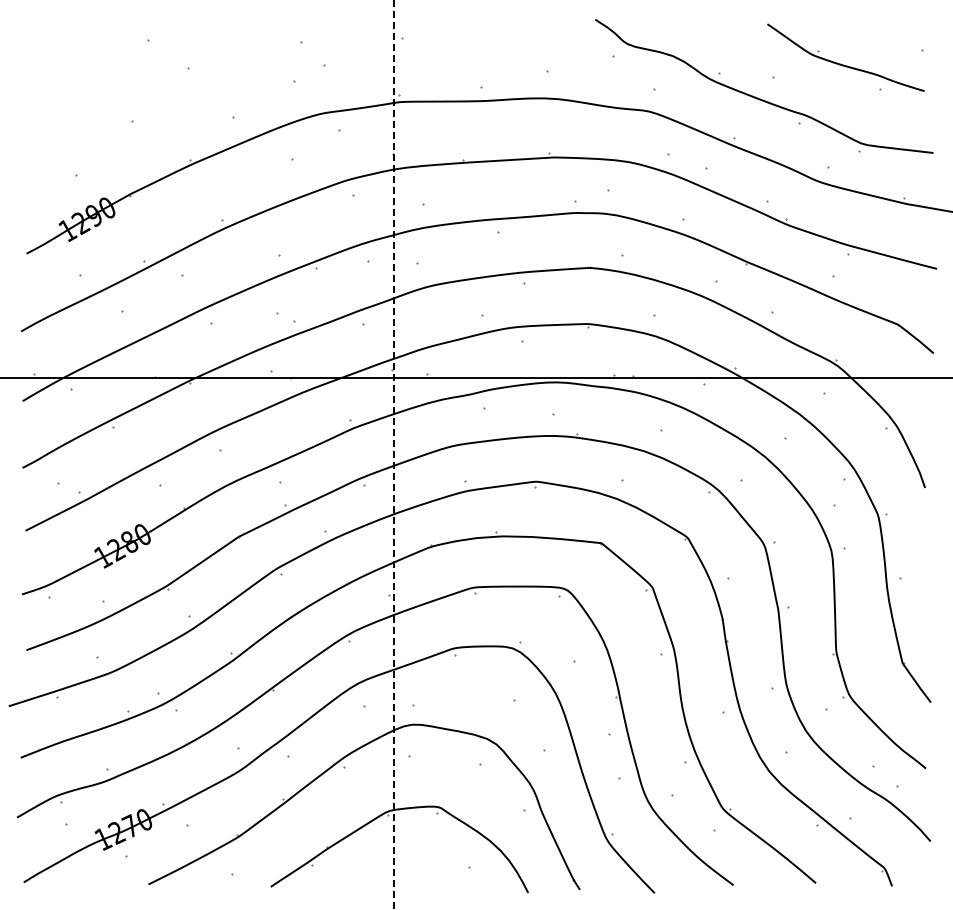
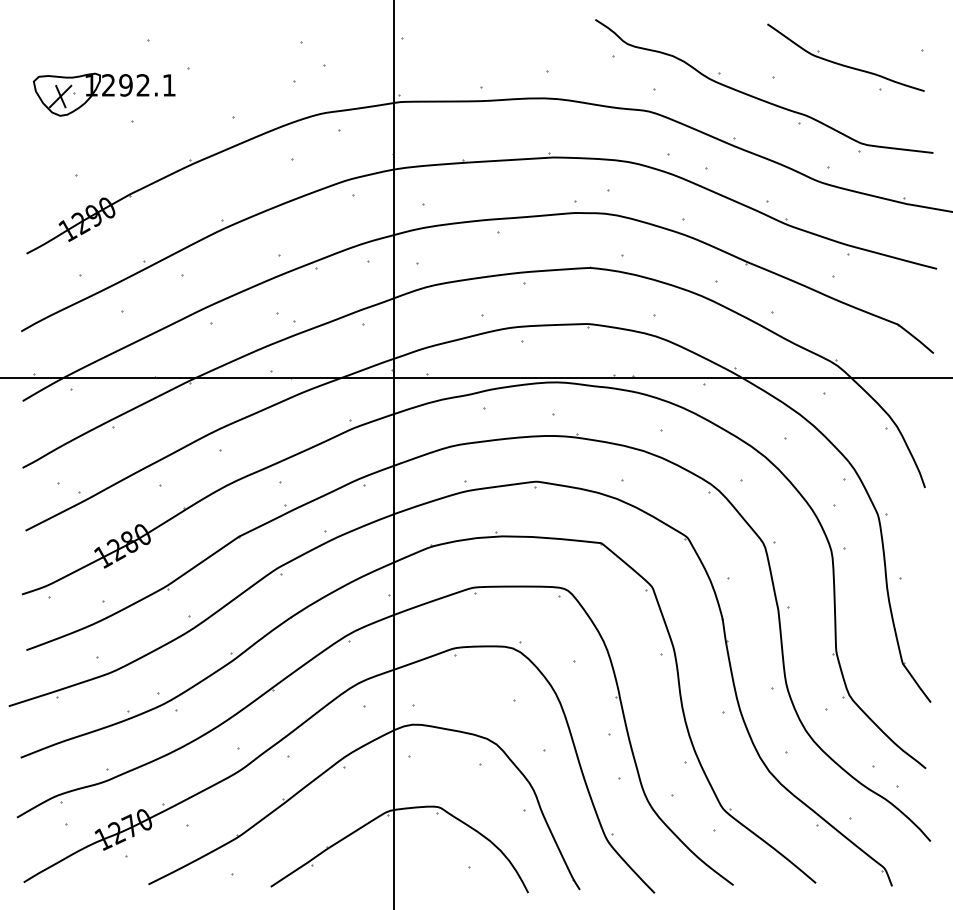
part at (104, 94): none -> present
line at (394, 455): dashed -> solid
